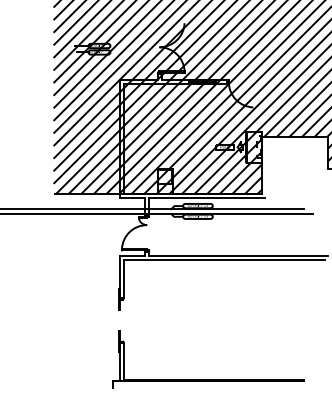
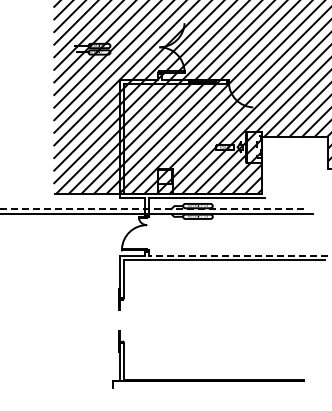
line at (152, 209): solid -> dashed
line at (238, 255): solid -> dashed
